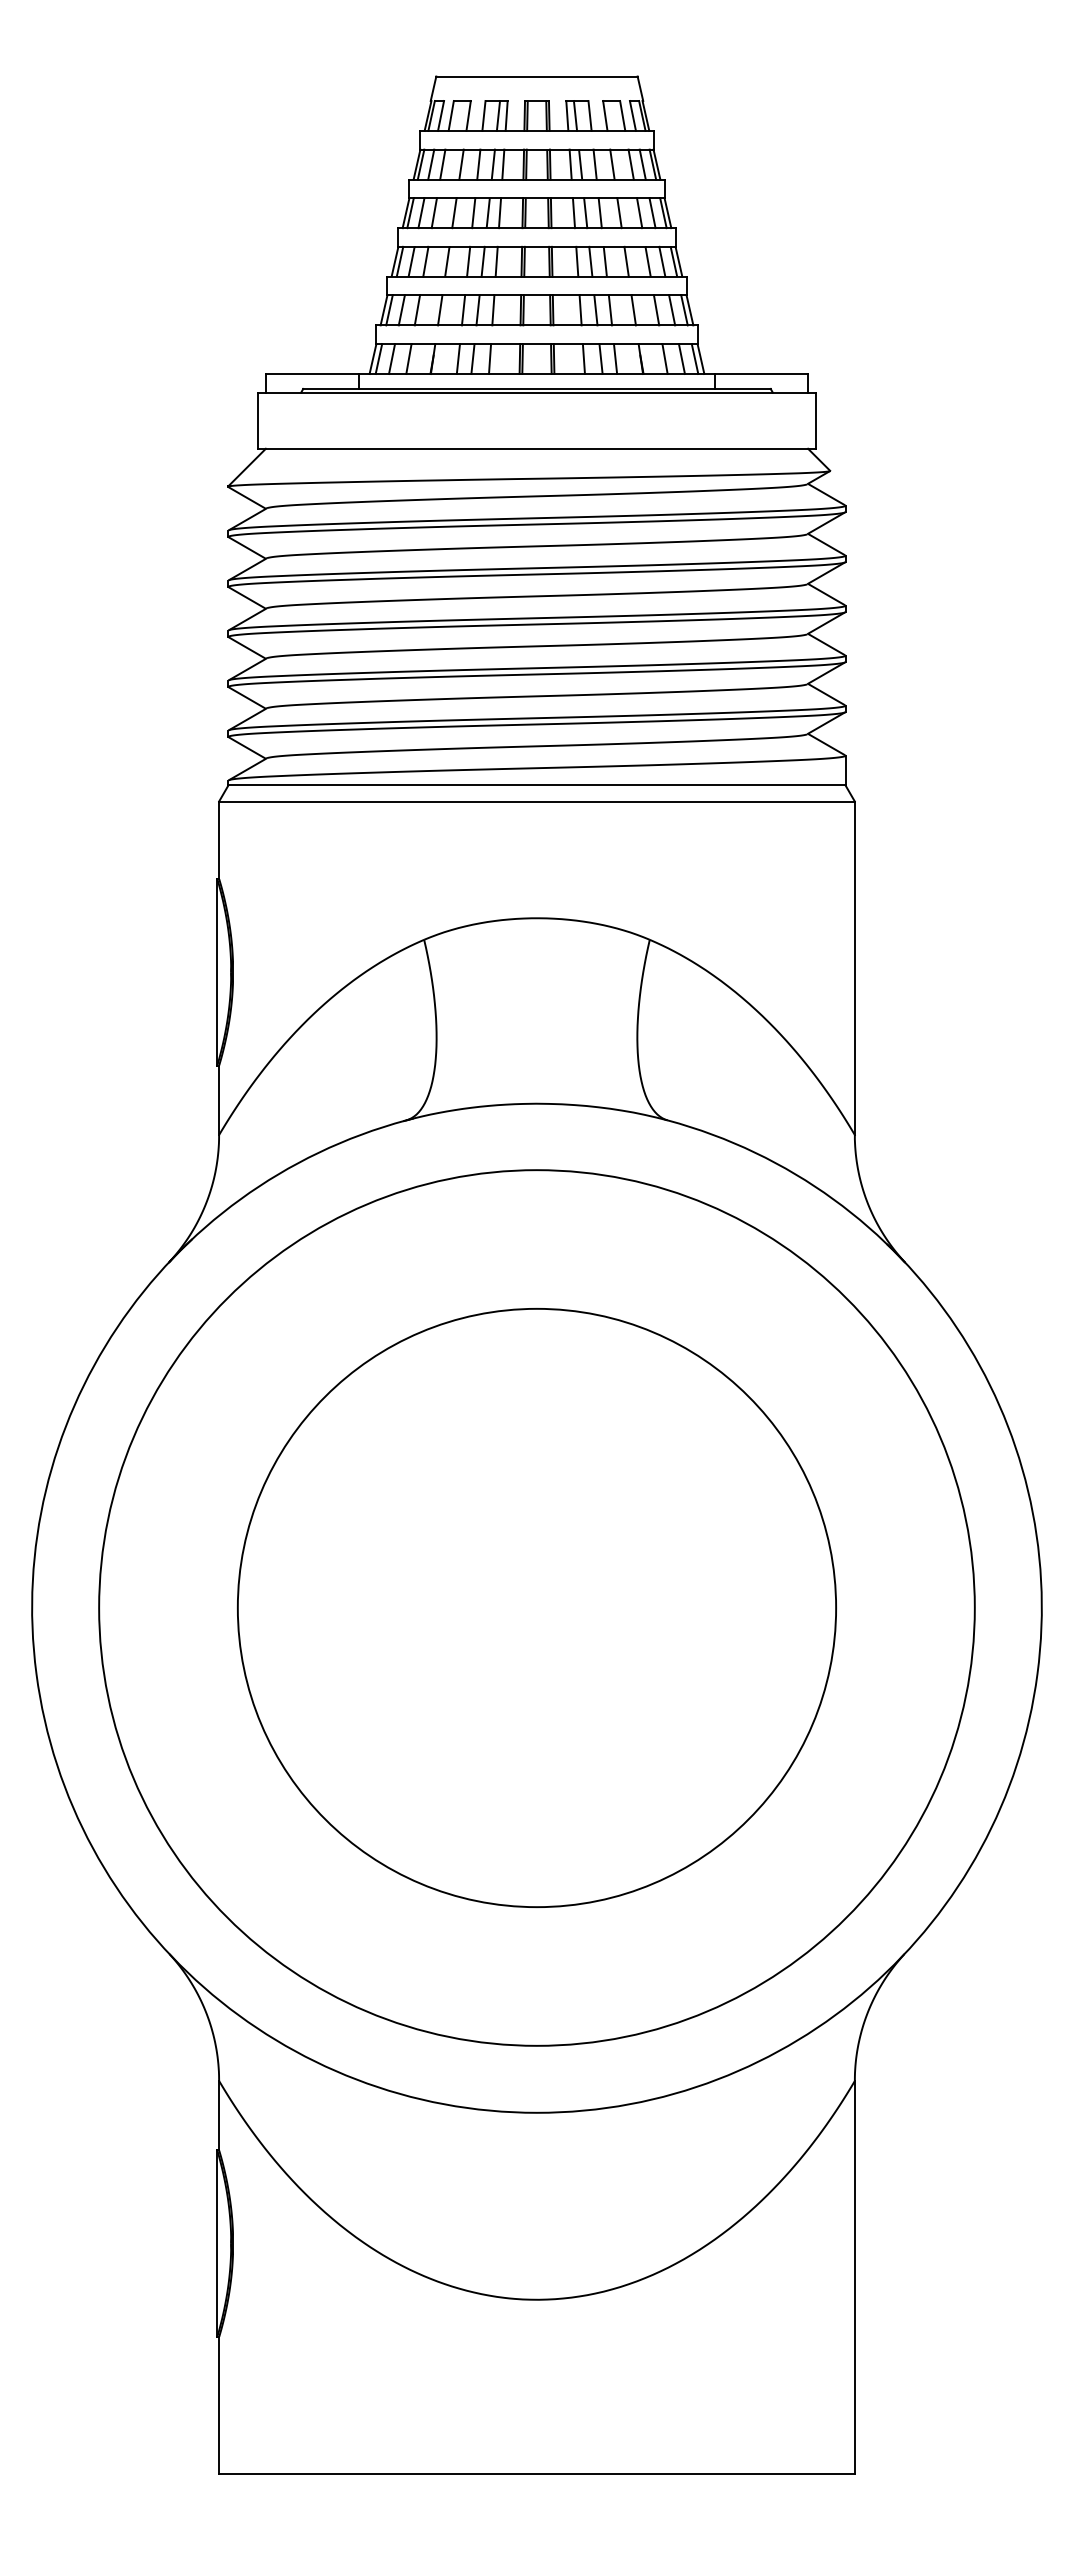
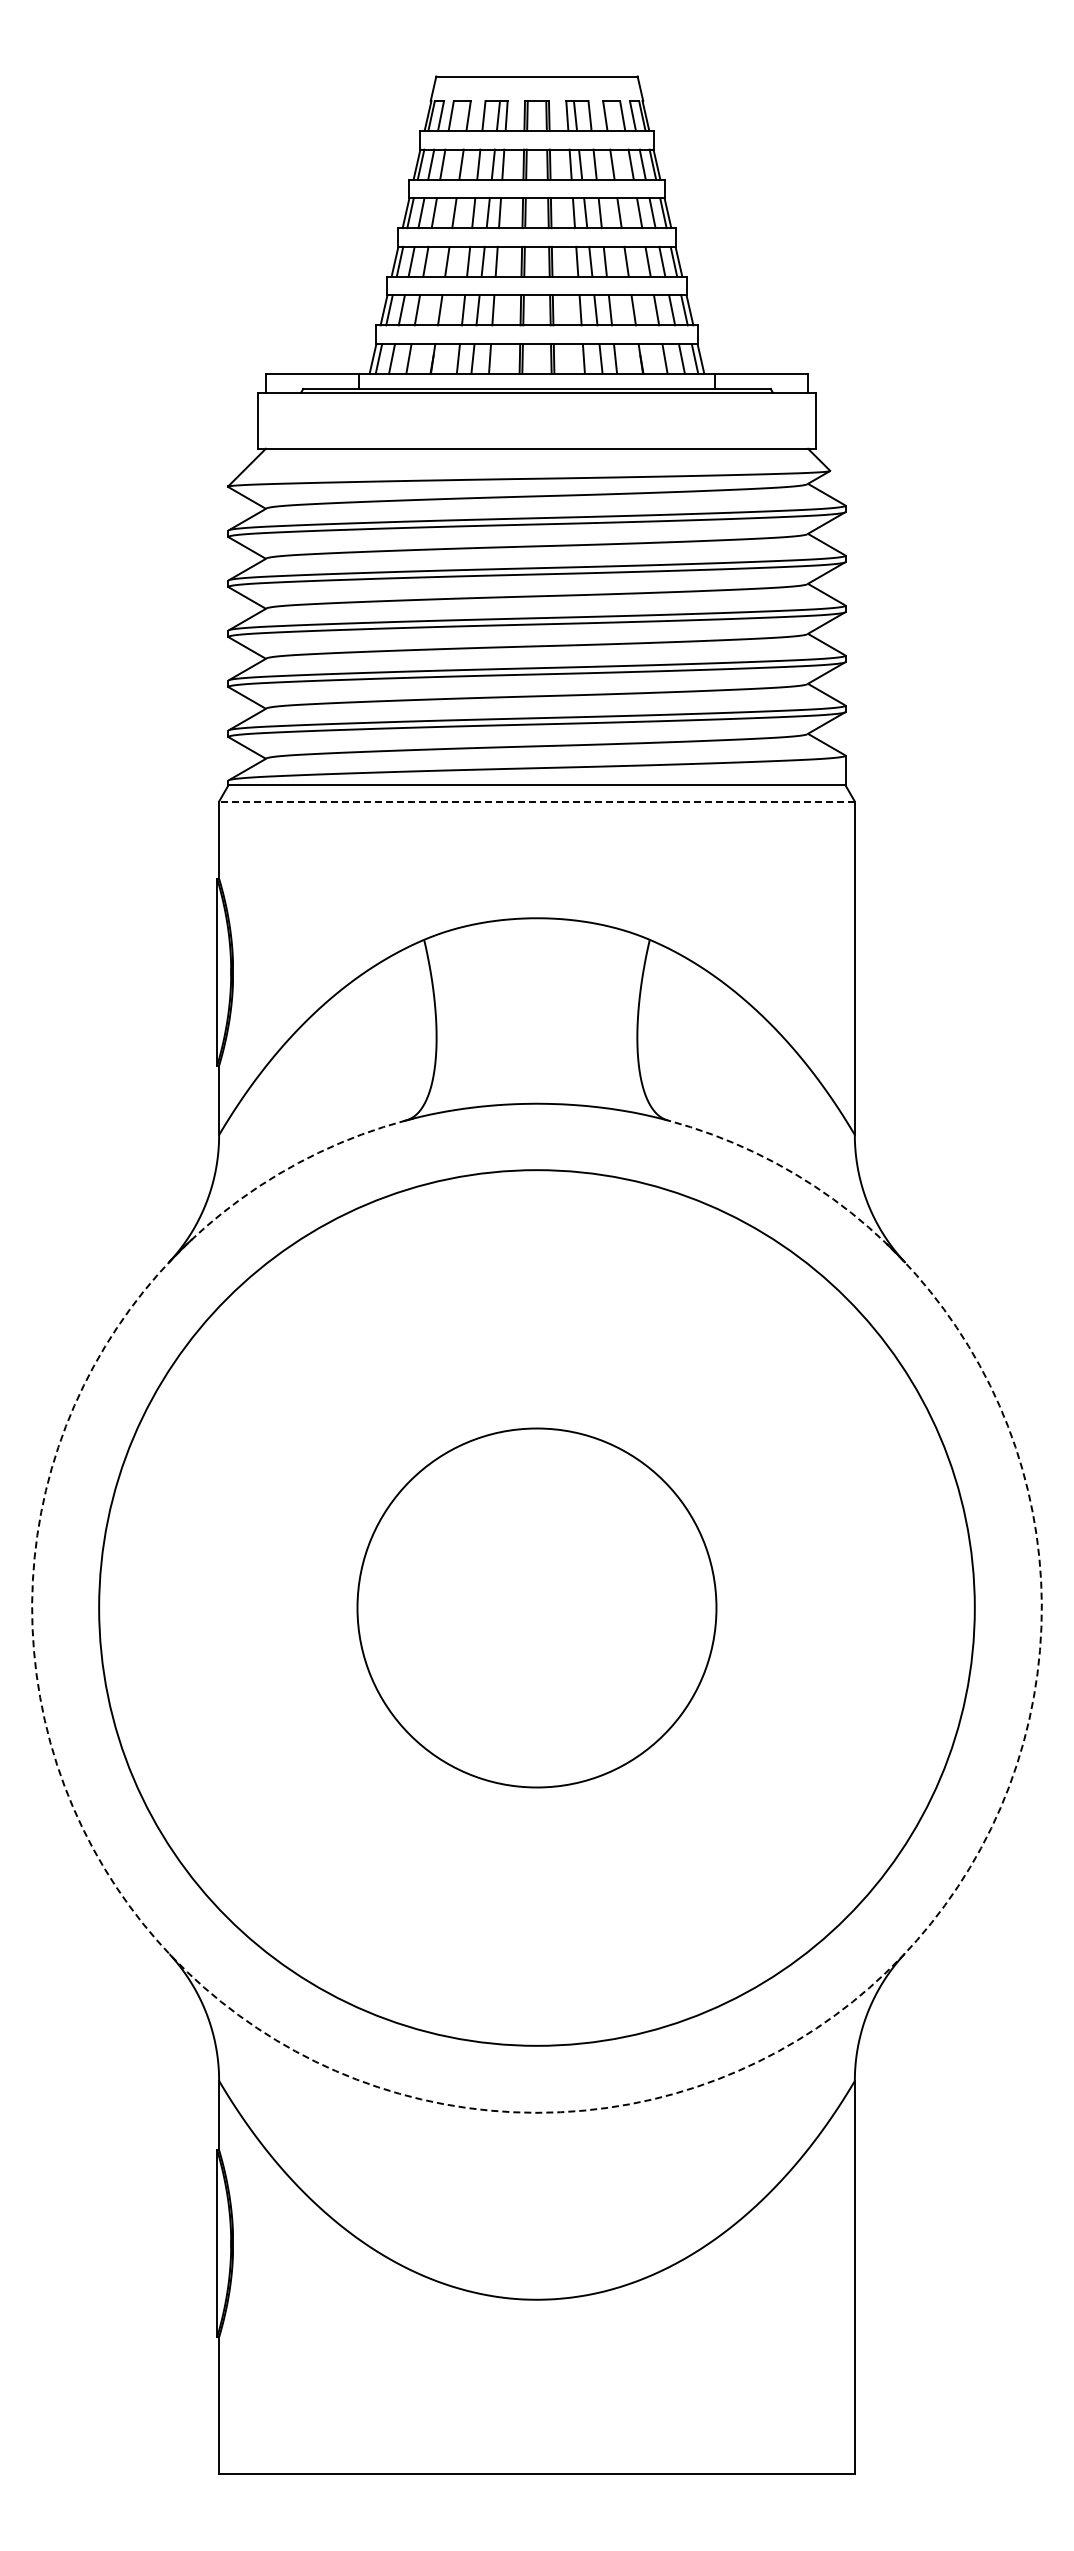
line at (536, 801): solid -> dashed
circle at (536, 1607) diameter: 598 px -> 359 px
arc at (536, 2112): solid -> dashed
